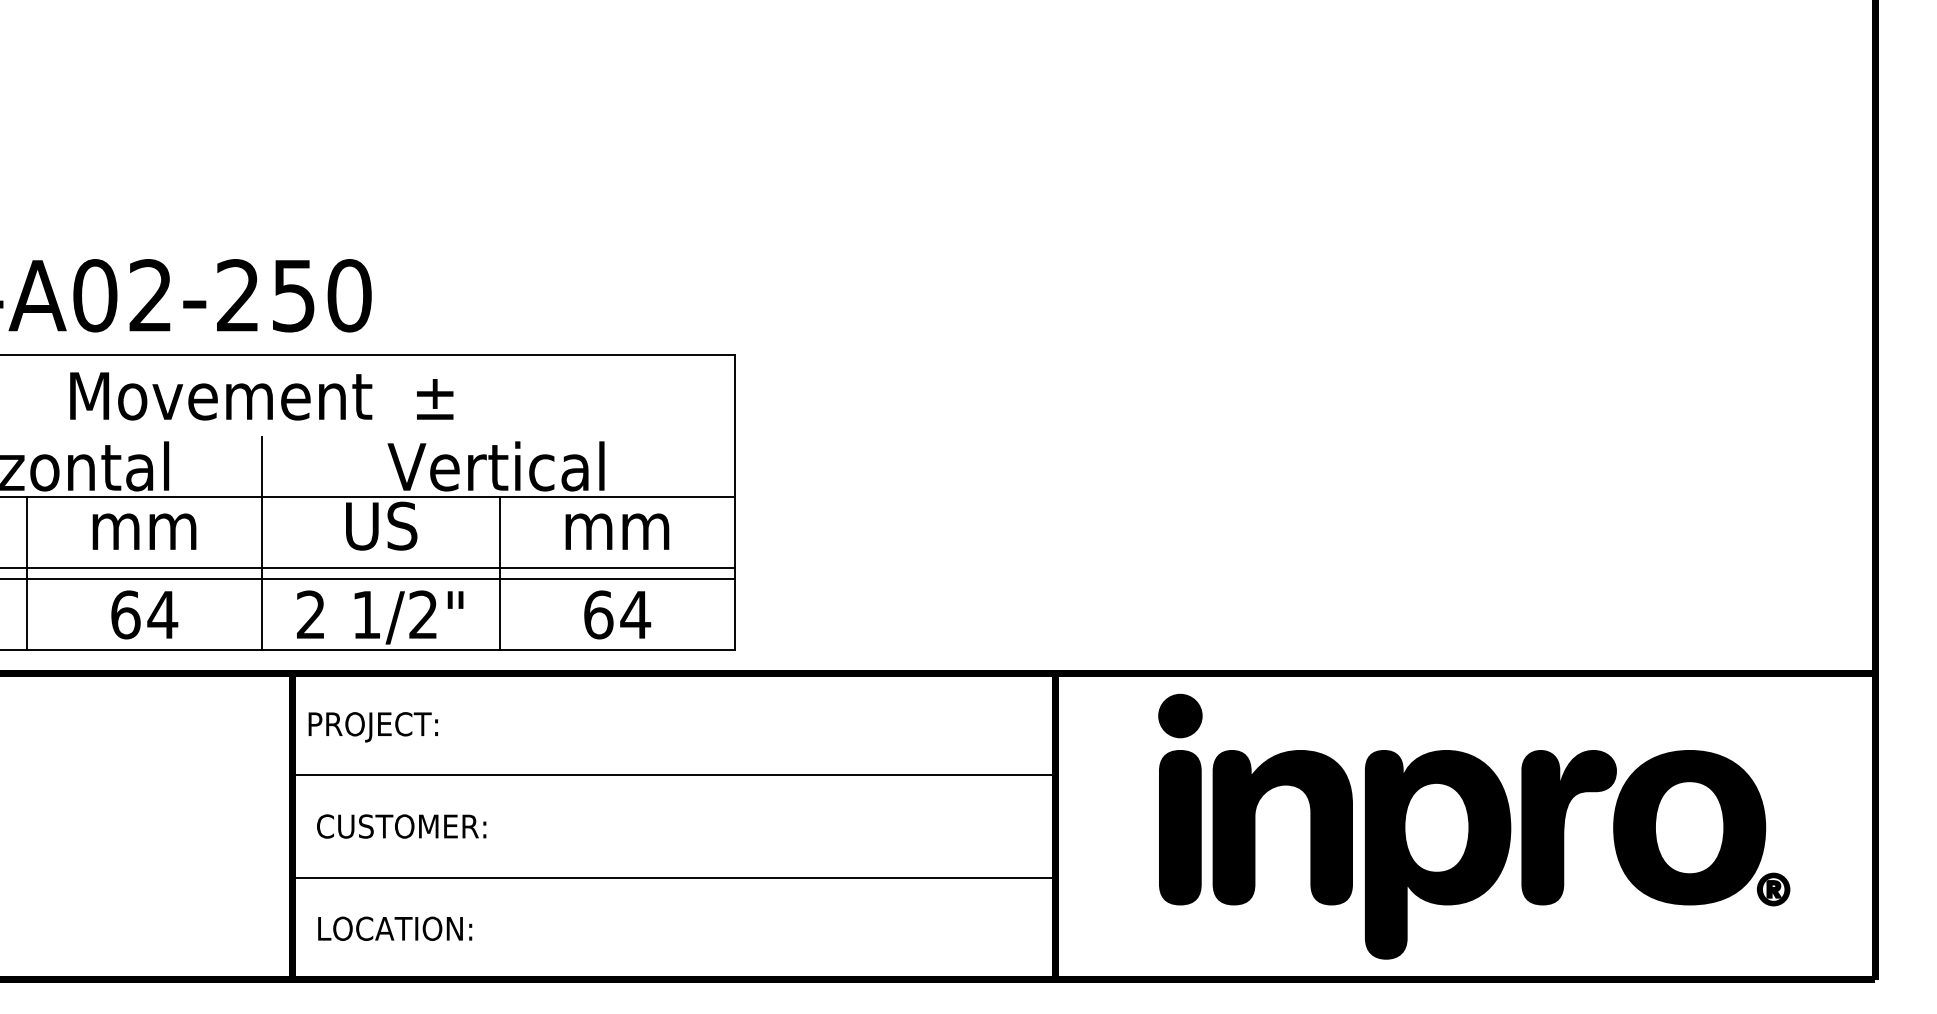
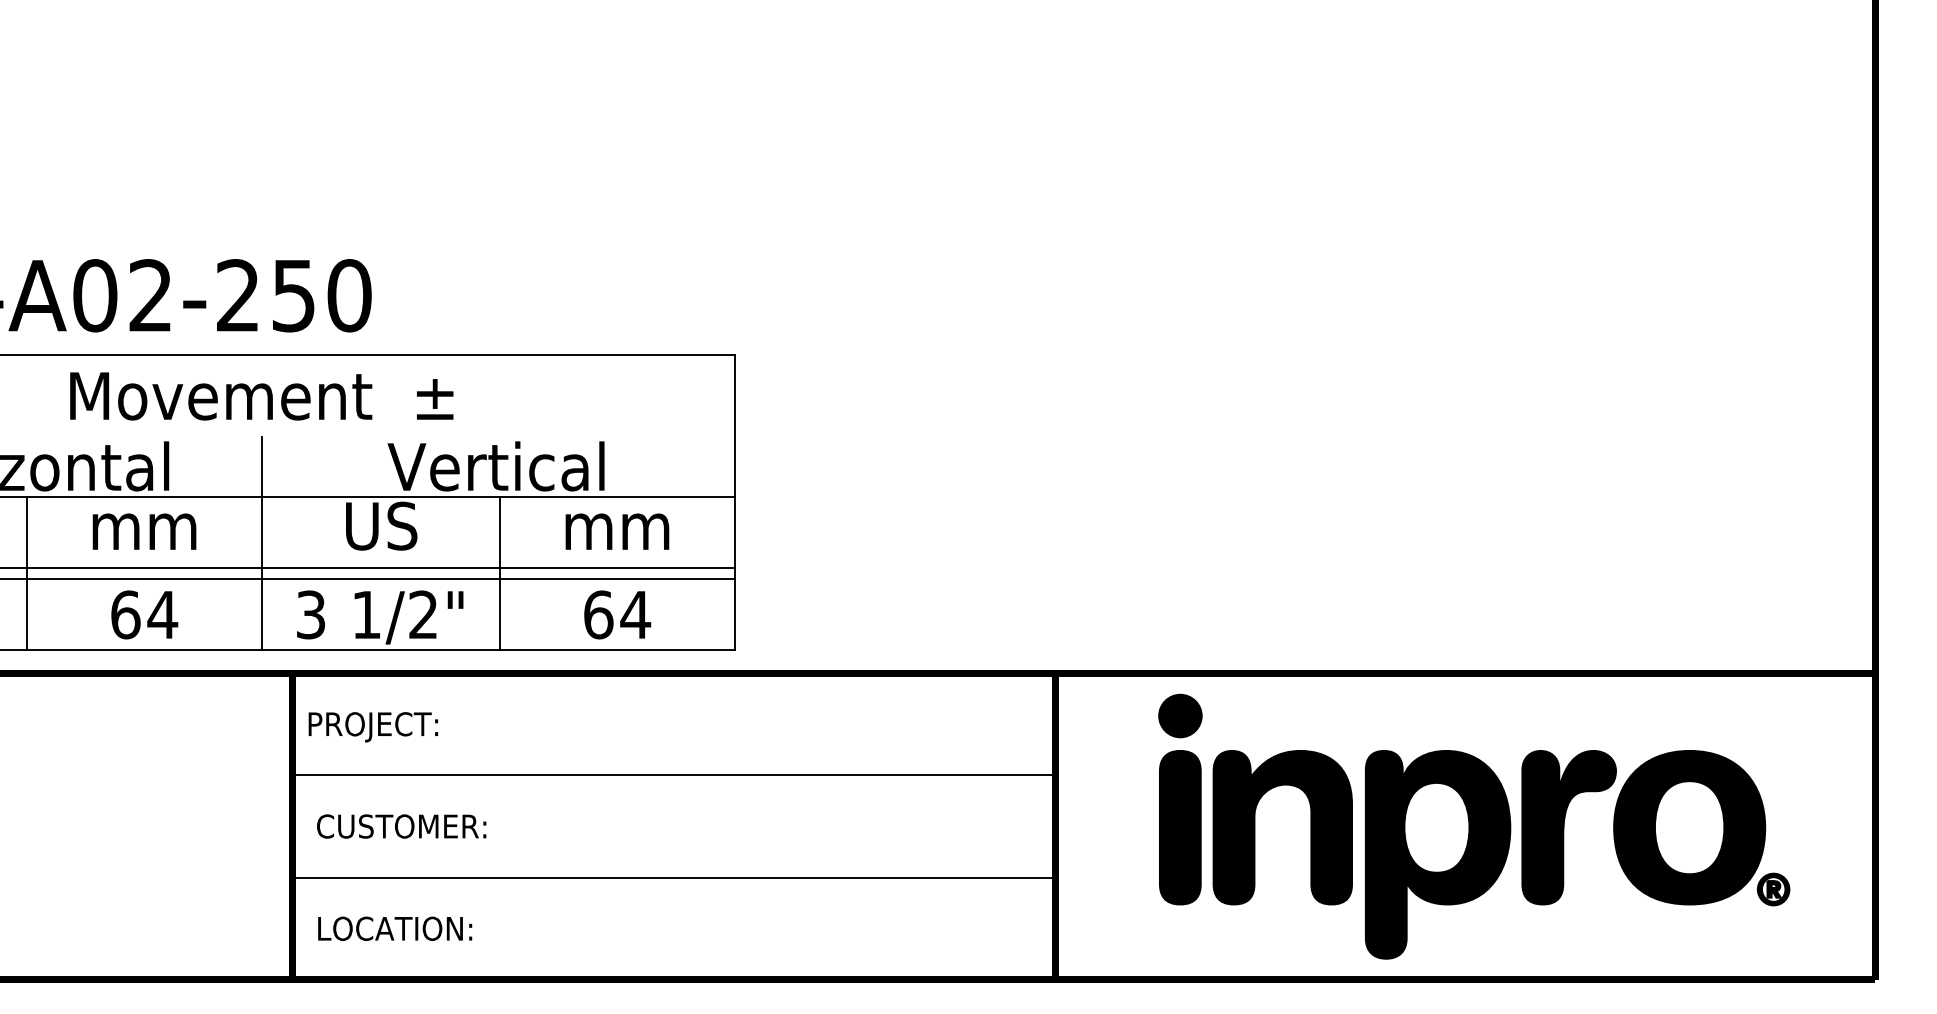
text at (310, 614): 2 -> 3
